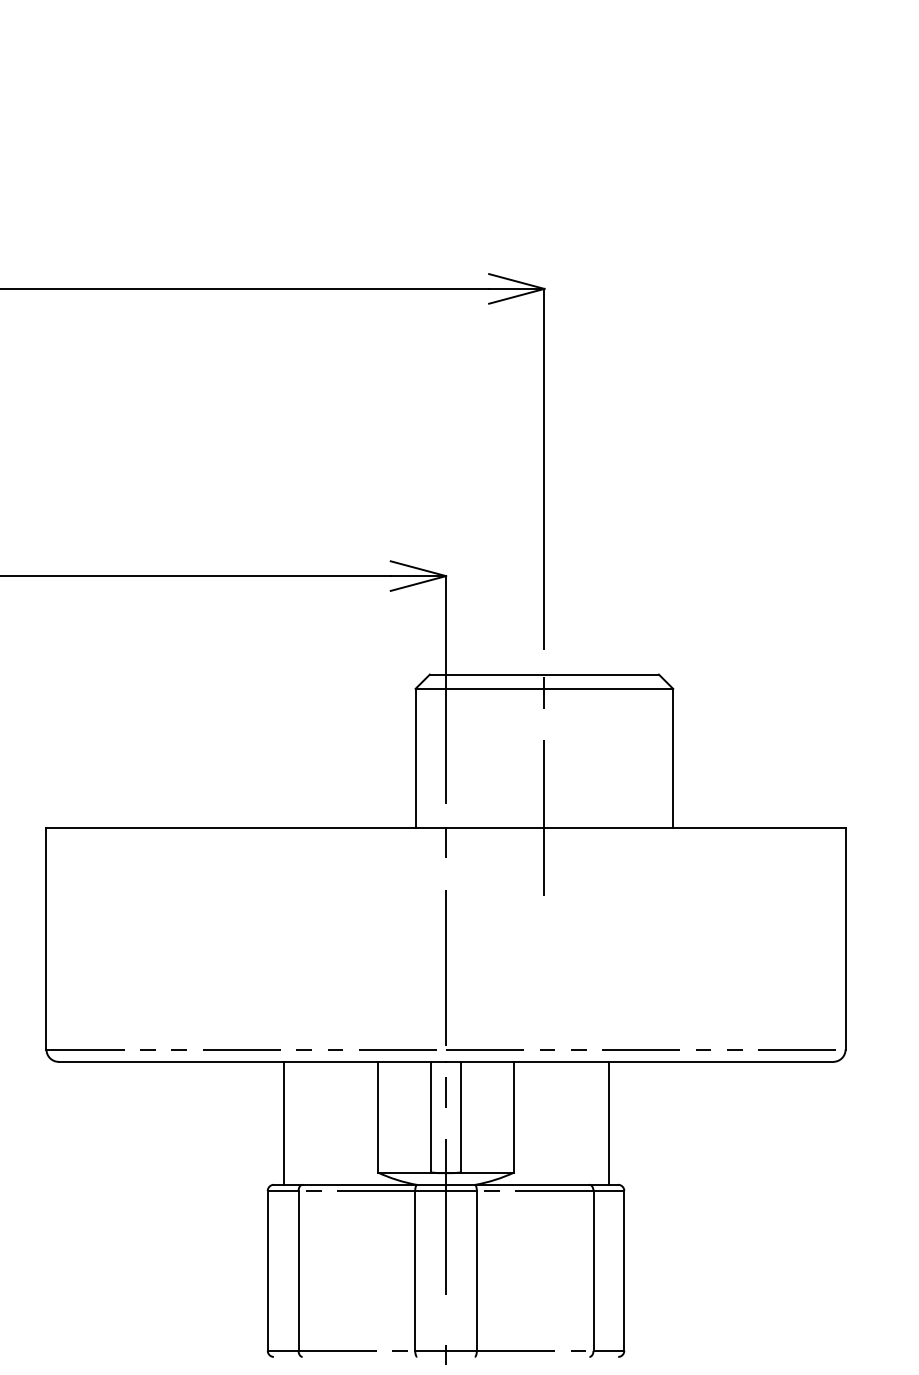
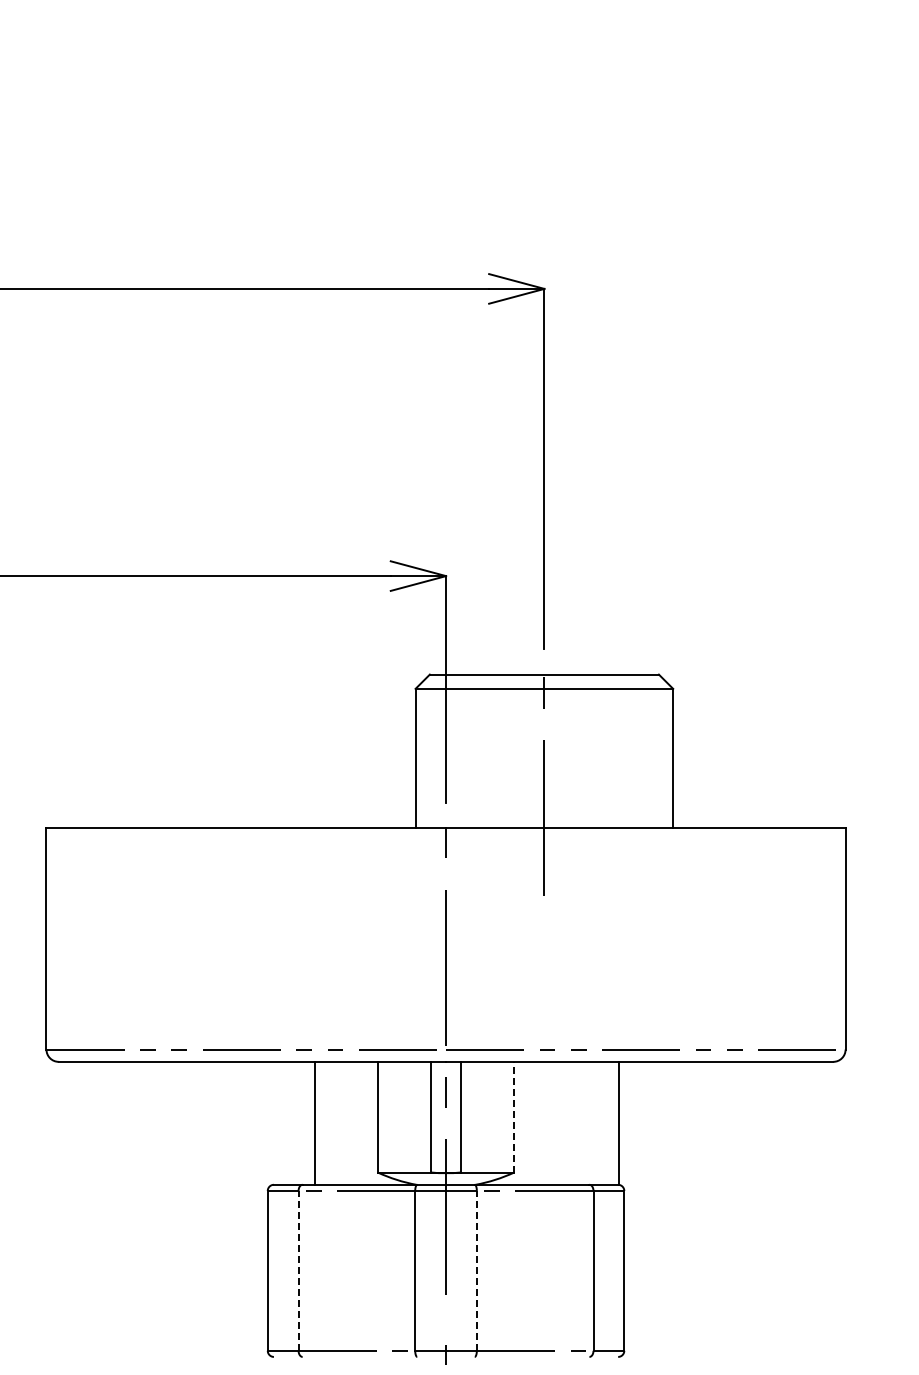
line at (514, 1116): solid -> dashed
line at (283, 1122) position: (283, 1122) -> (314, 1122)
line at (608, 1122) position: (608, 1122) -> (618, 1122)
line at (298, 1270): solid -> dashed
line at (476, 1270): solid -> dashed
